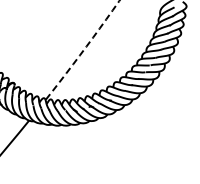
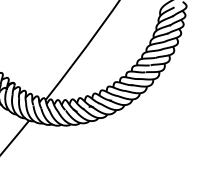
arc at (83, 50): dashed -> solid
